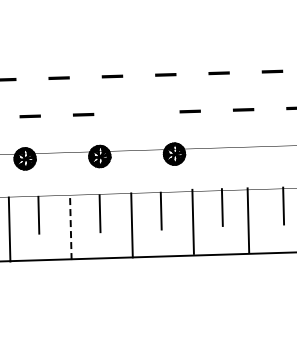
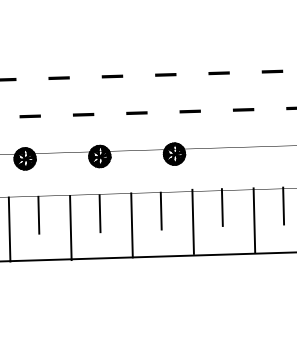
line at (136, 112): none -> present
line at (248, 220) position: (248, 220) -> (254, 220)
line at (70, 227): dashed -> solid
